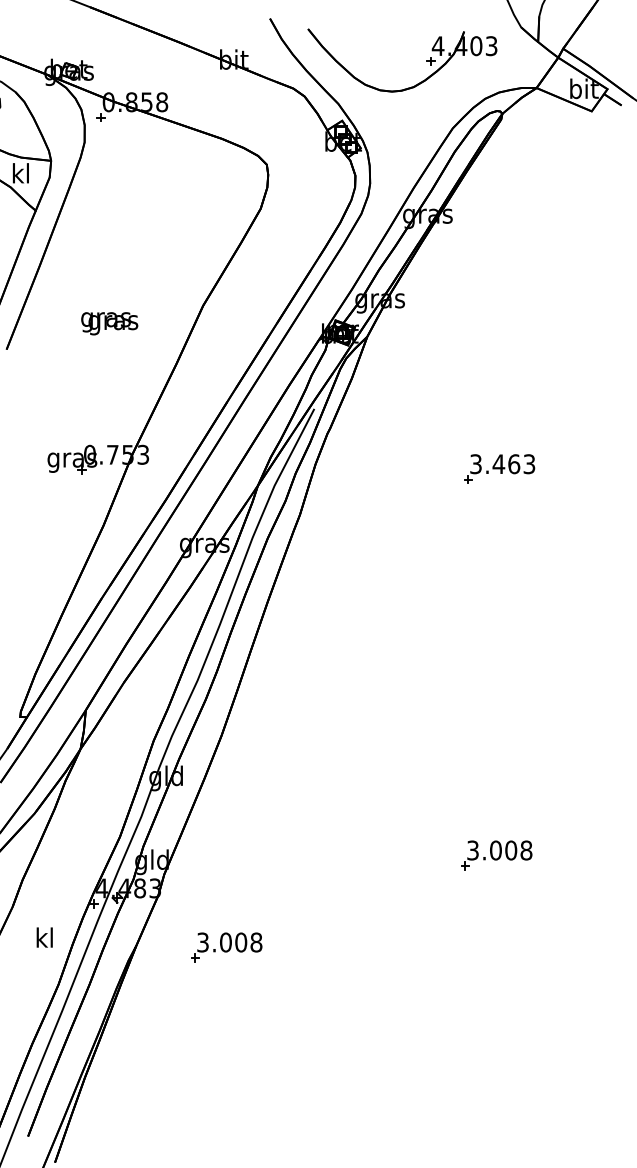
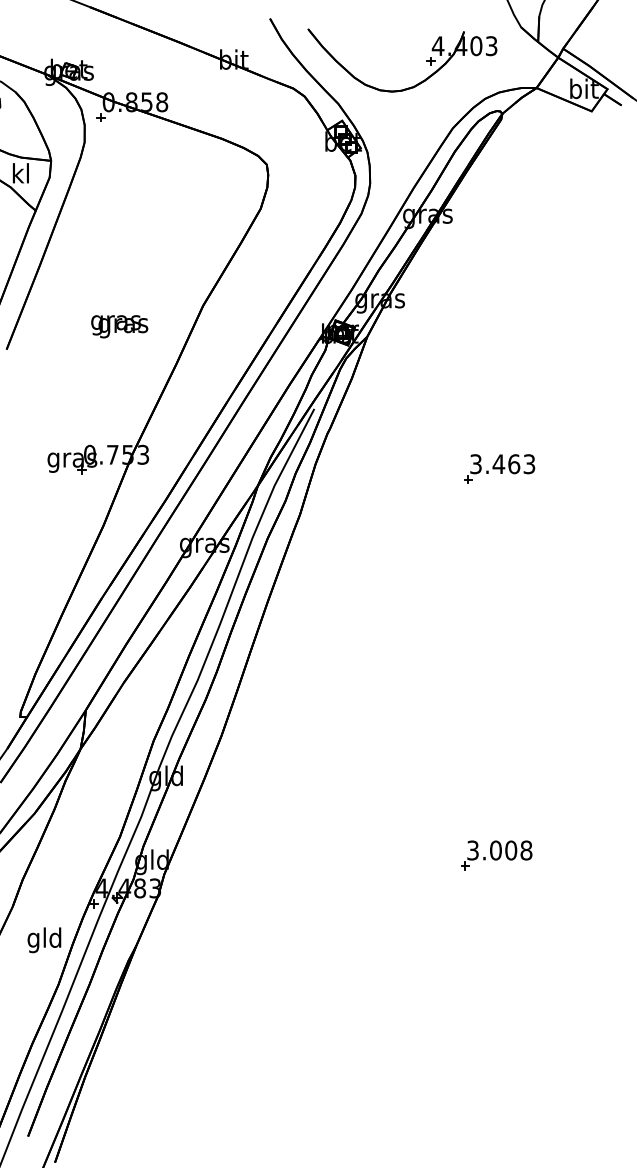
text at (109, 323) position: (109, 323) -> (119, 326)
text at (44, 940): kl -> gld
part at (226, 947): present -> none
